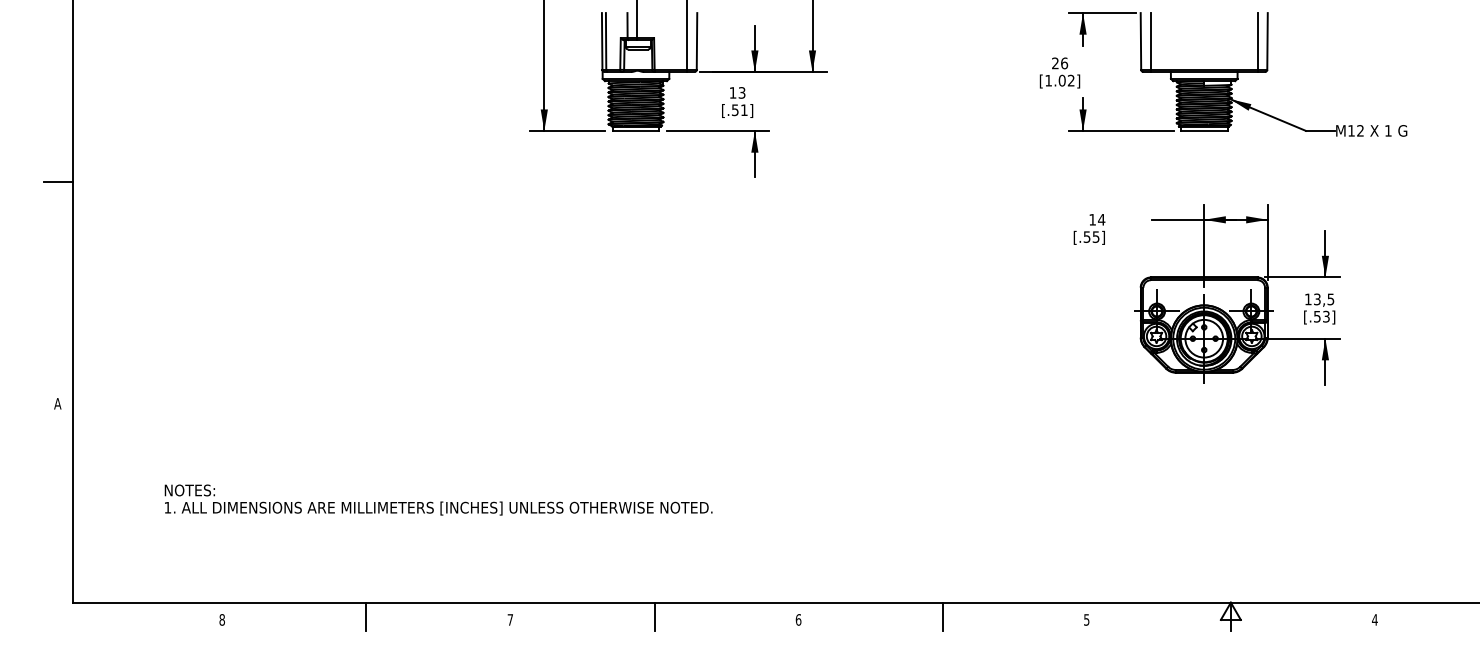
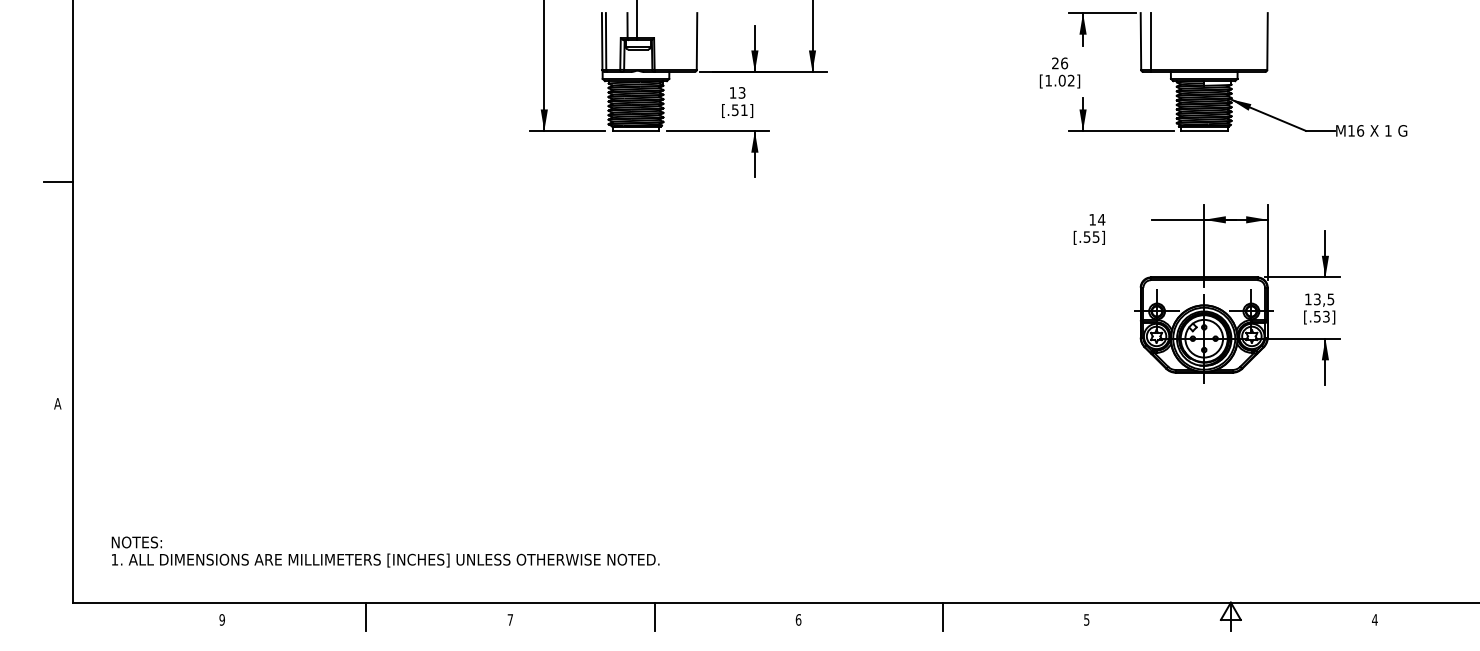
line at (687, 37): present -> none
line at (1257, 42): present -> none
text at (1360, 130): M12 -> M16
text at (438, 499) position: (438, 499) -> (385, 551)
text at (221, 619): 8 -> 9
